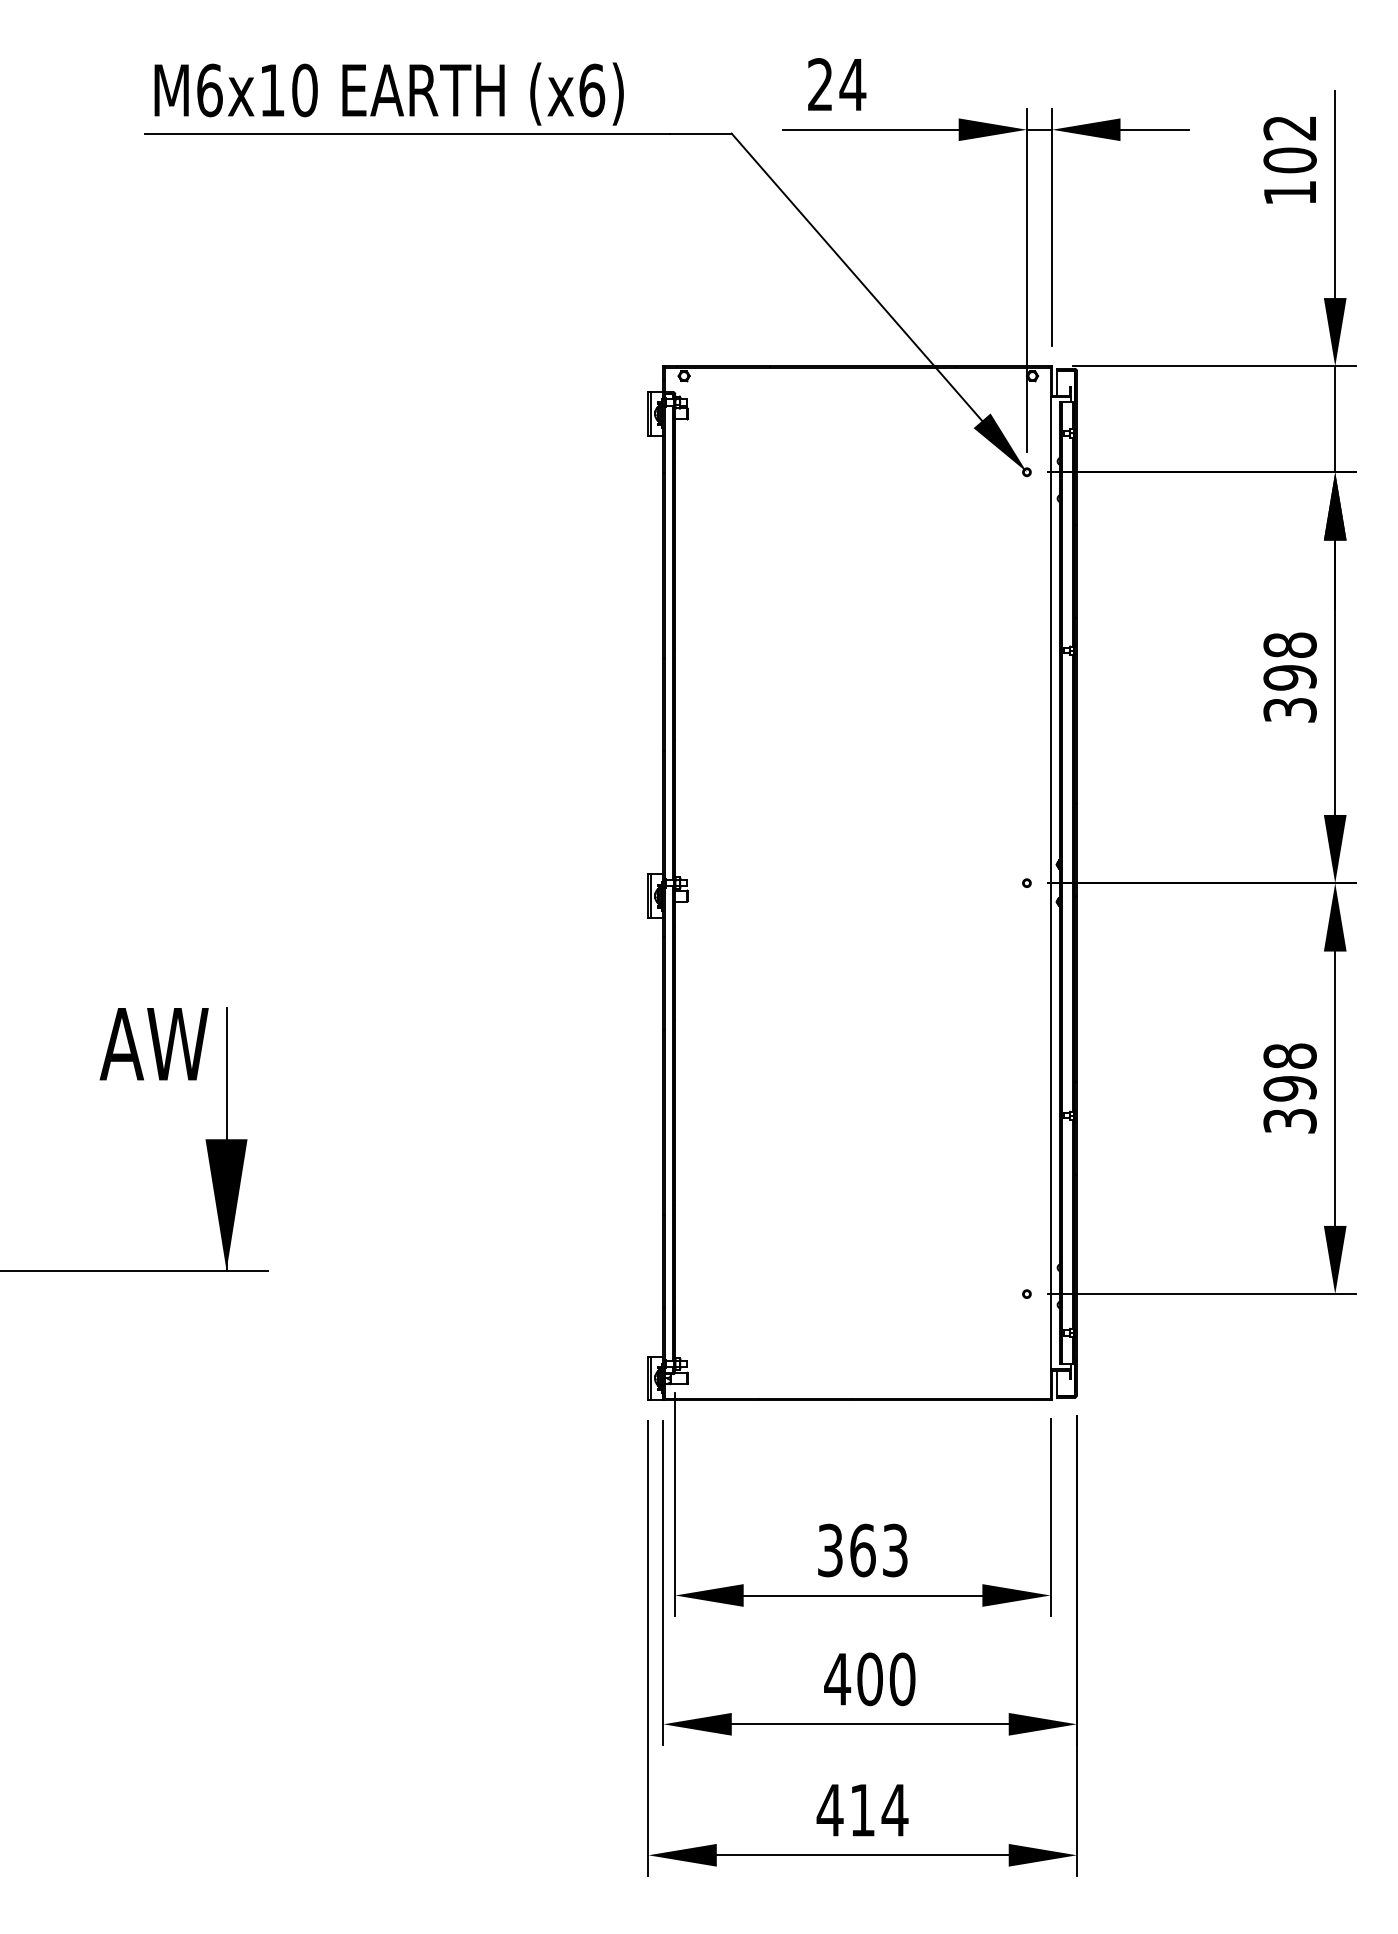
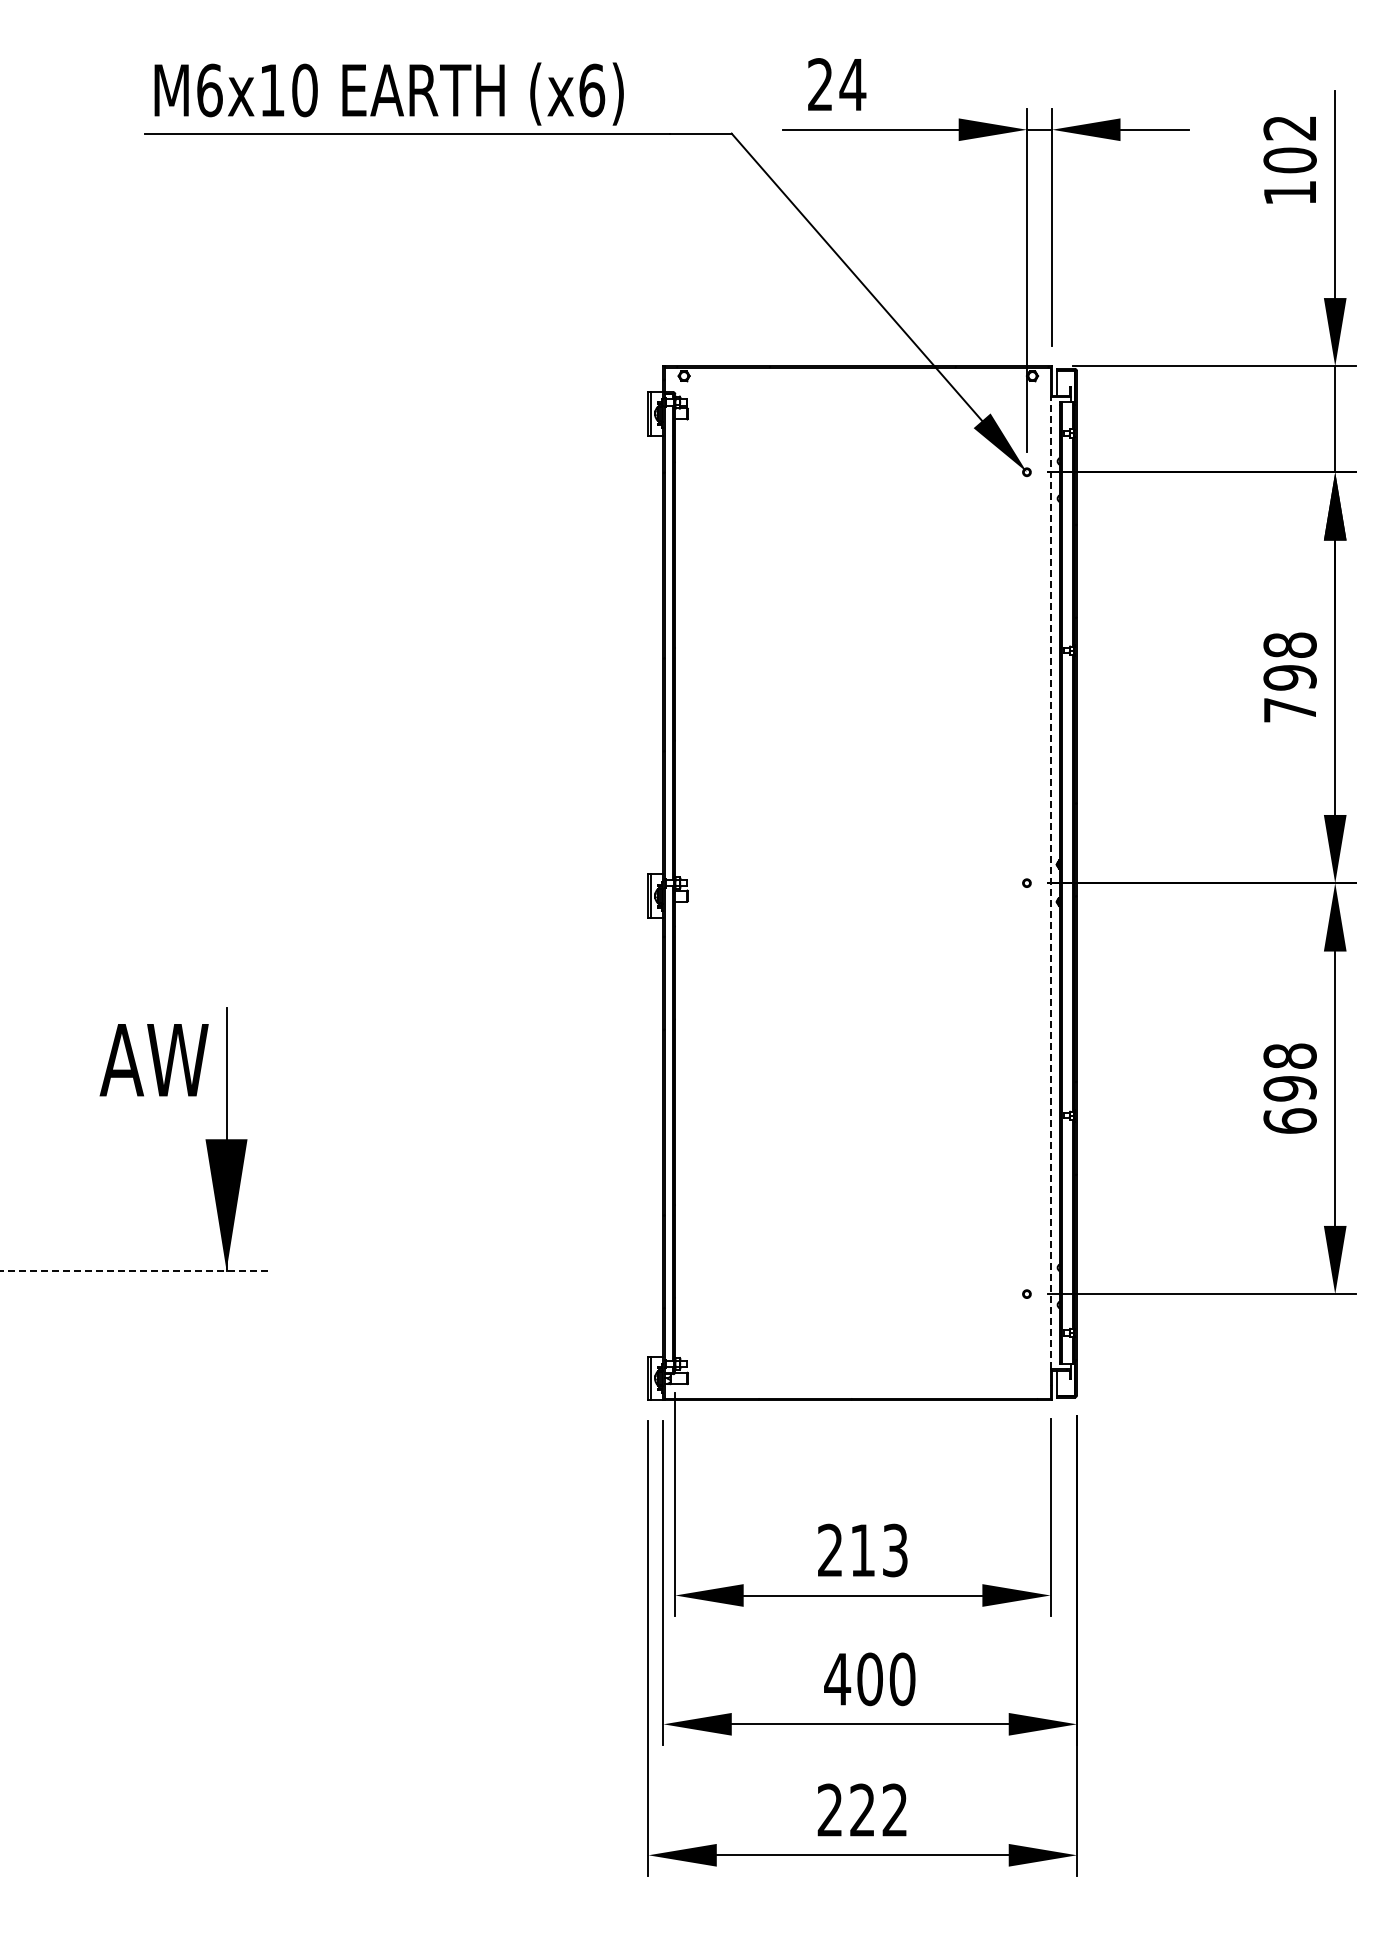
text at (1289, 710): 398 -> 798
line at (1050, 883): solid -> dashed
text at (153, 1044) position: (153, 1044) -> (153, 1060)
text at (1289, 1120): 398 -> 698
line at (133, 1270): solid -> dashed
text at (846, 1550): 363 -> 213
text at (862, 1809): 414 -> 222
